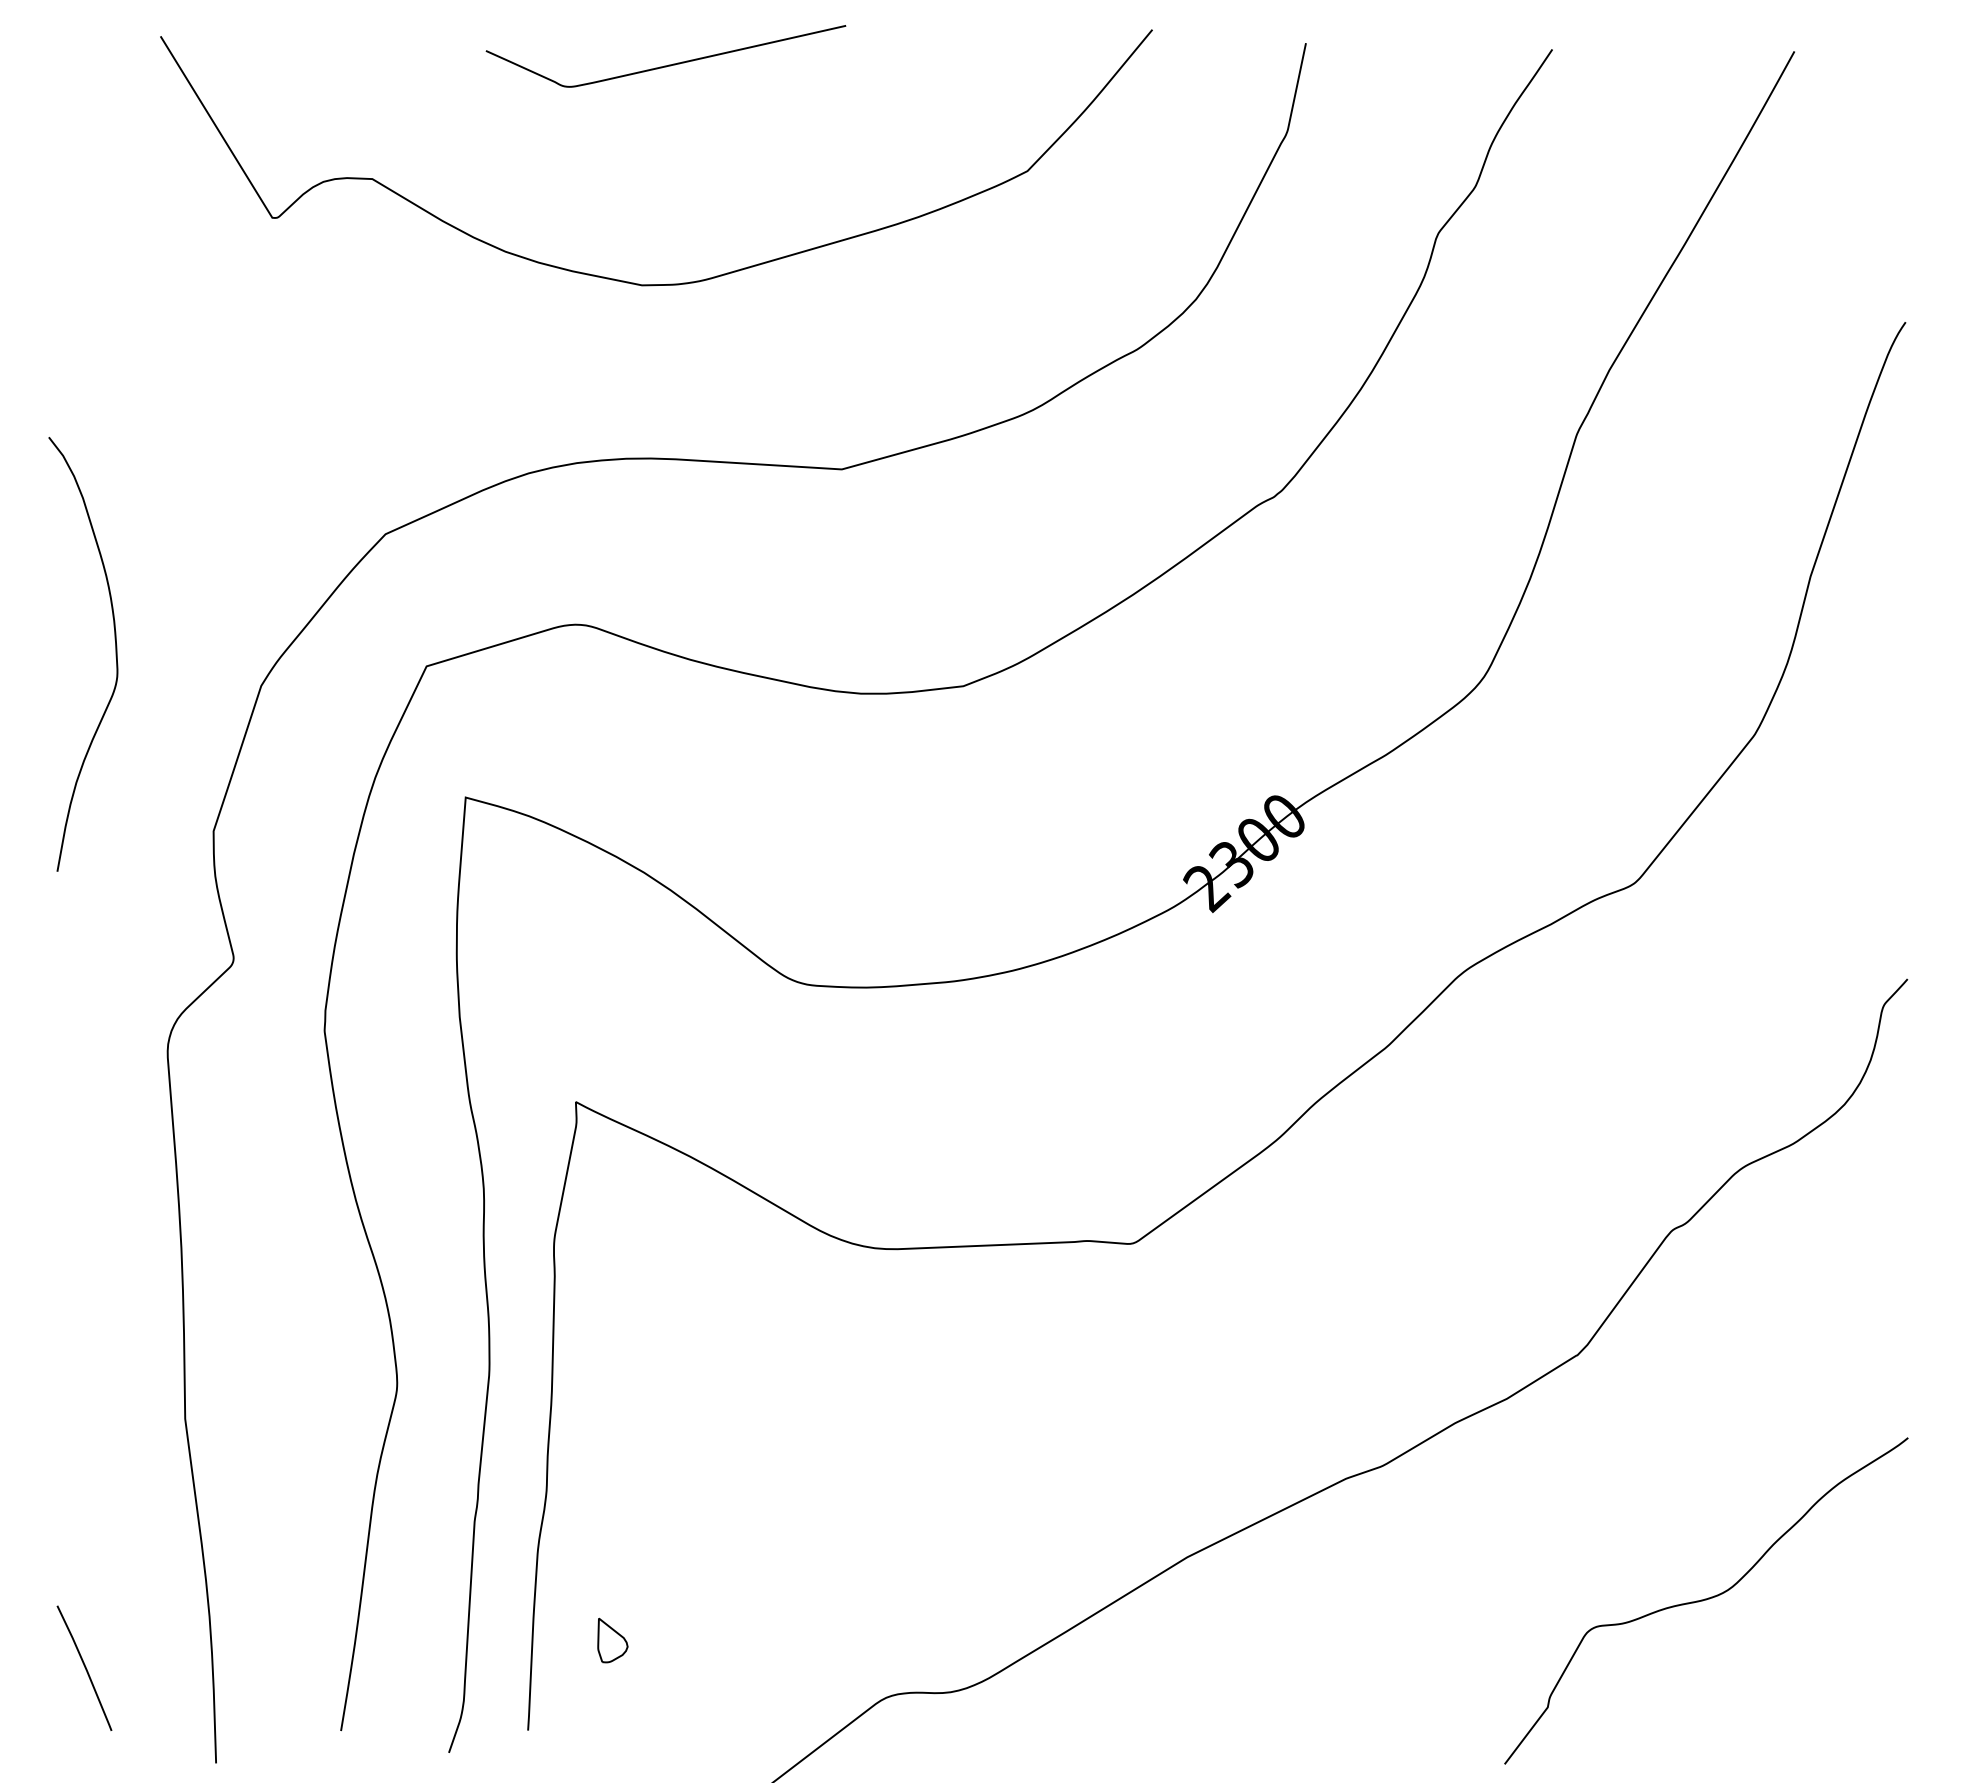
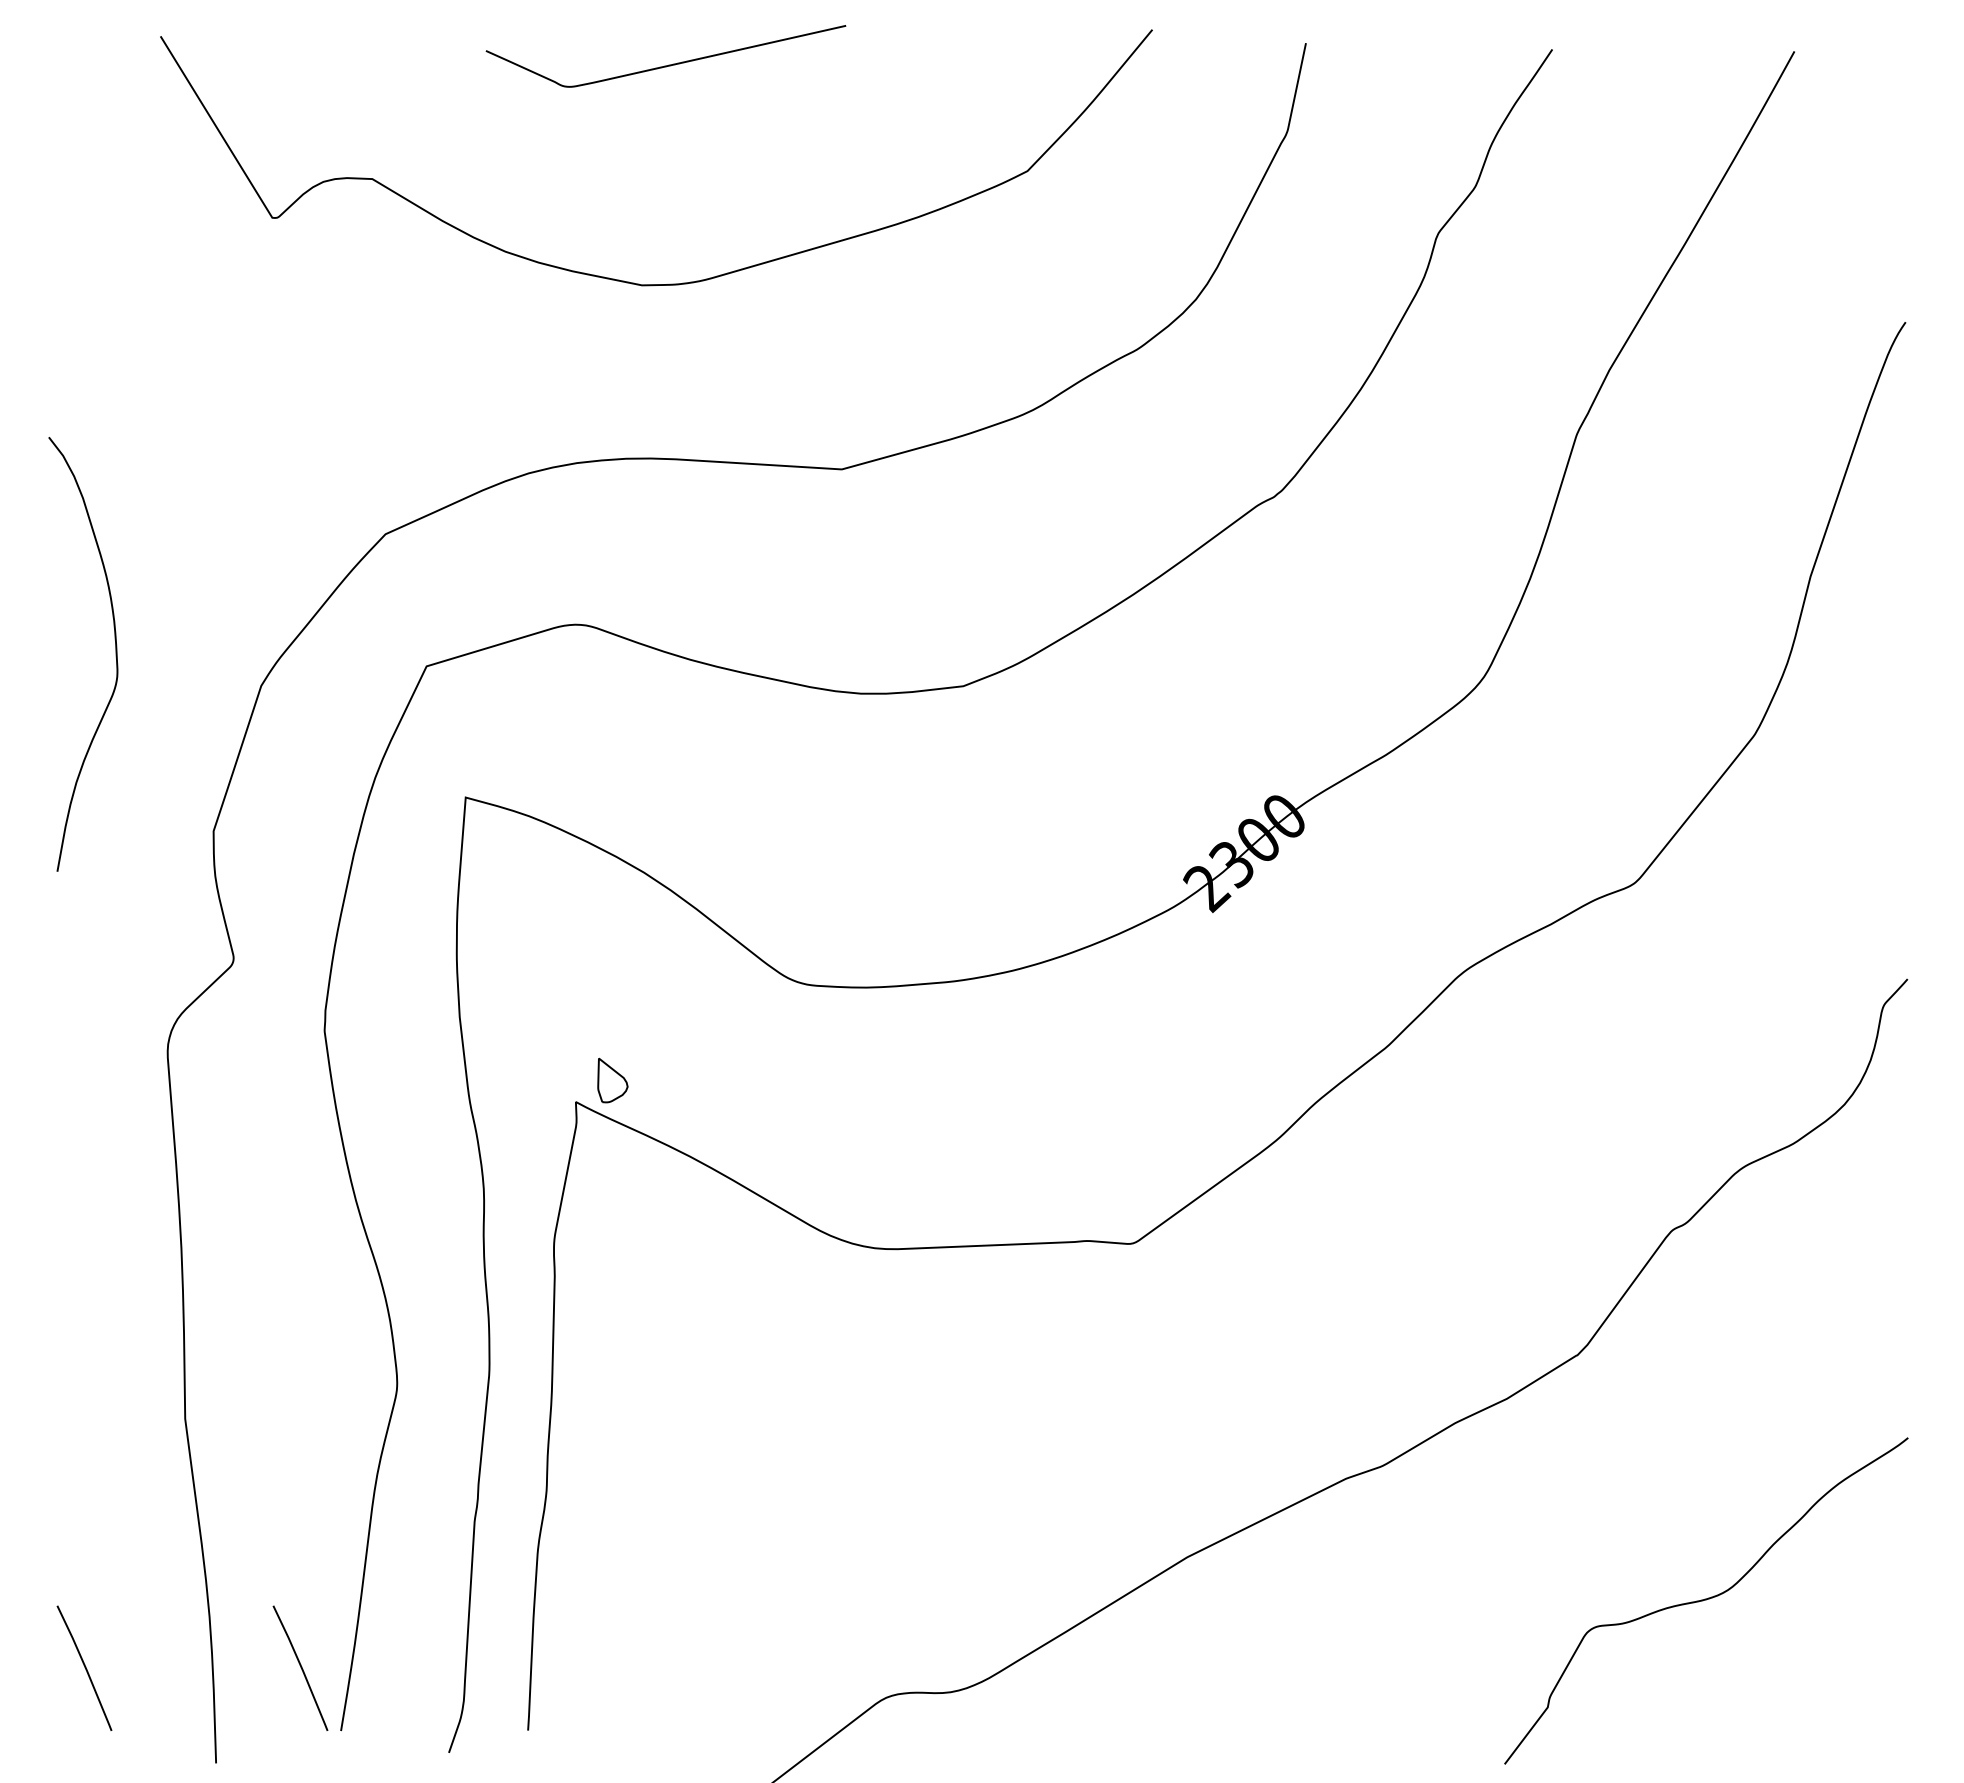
part at (612, 1640) position: (612, 1640) -> (612, 1080)
line at (300, 1667): none -> present
